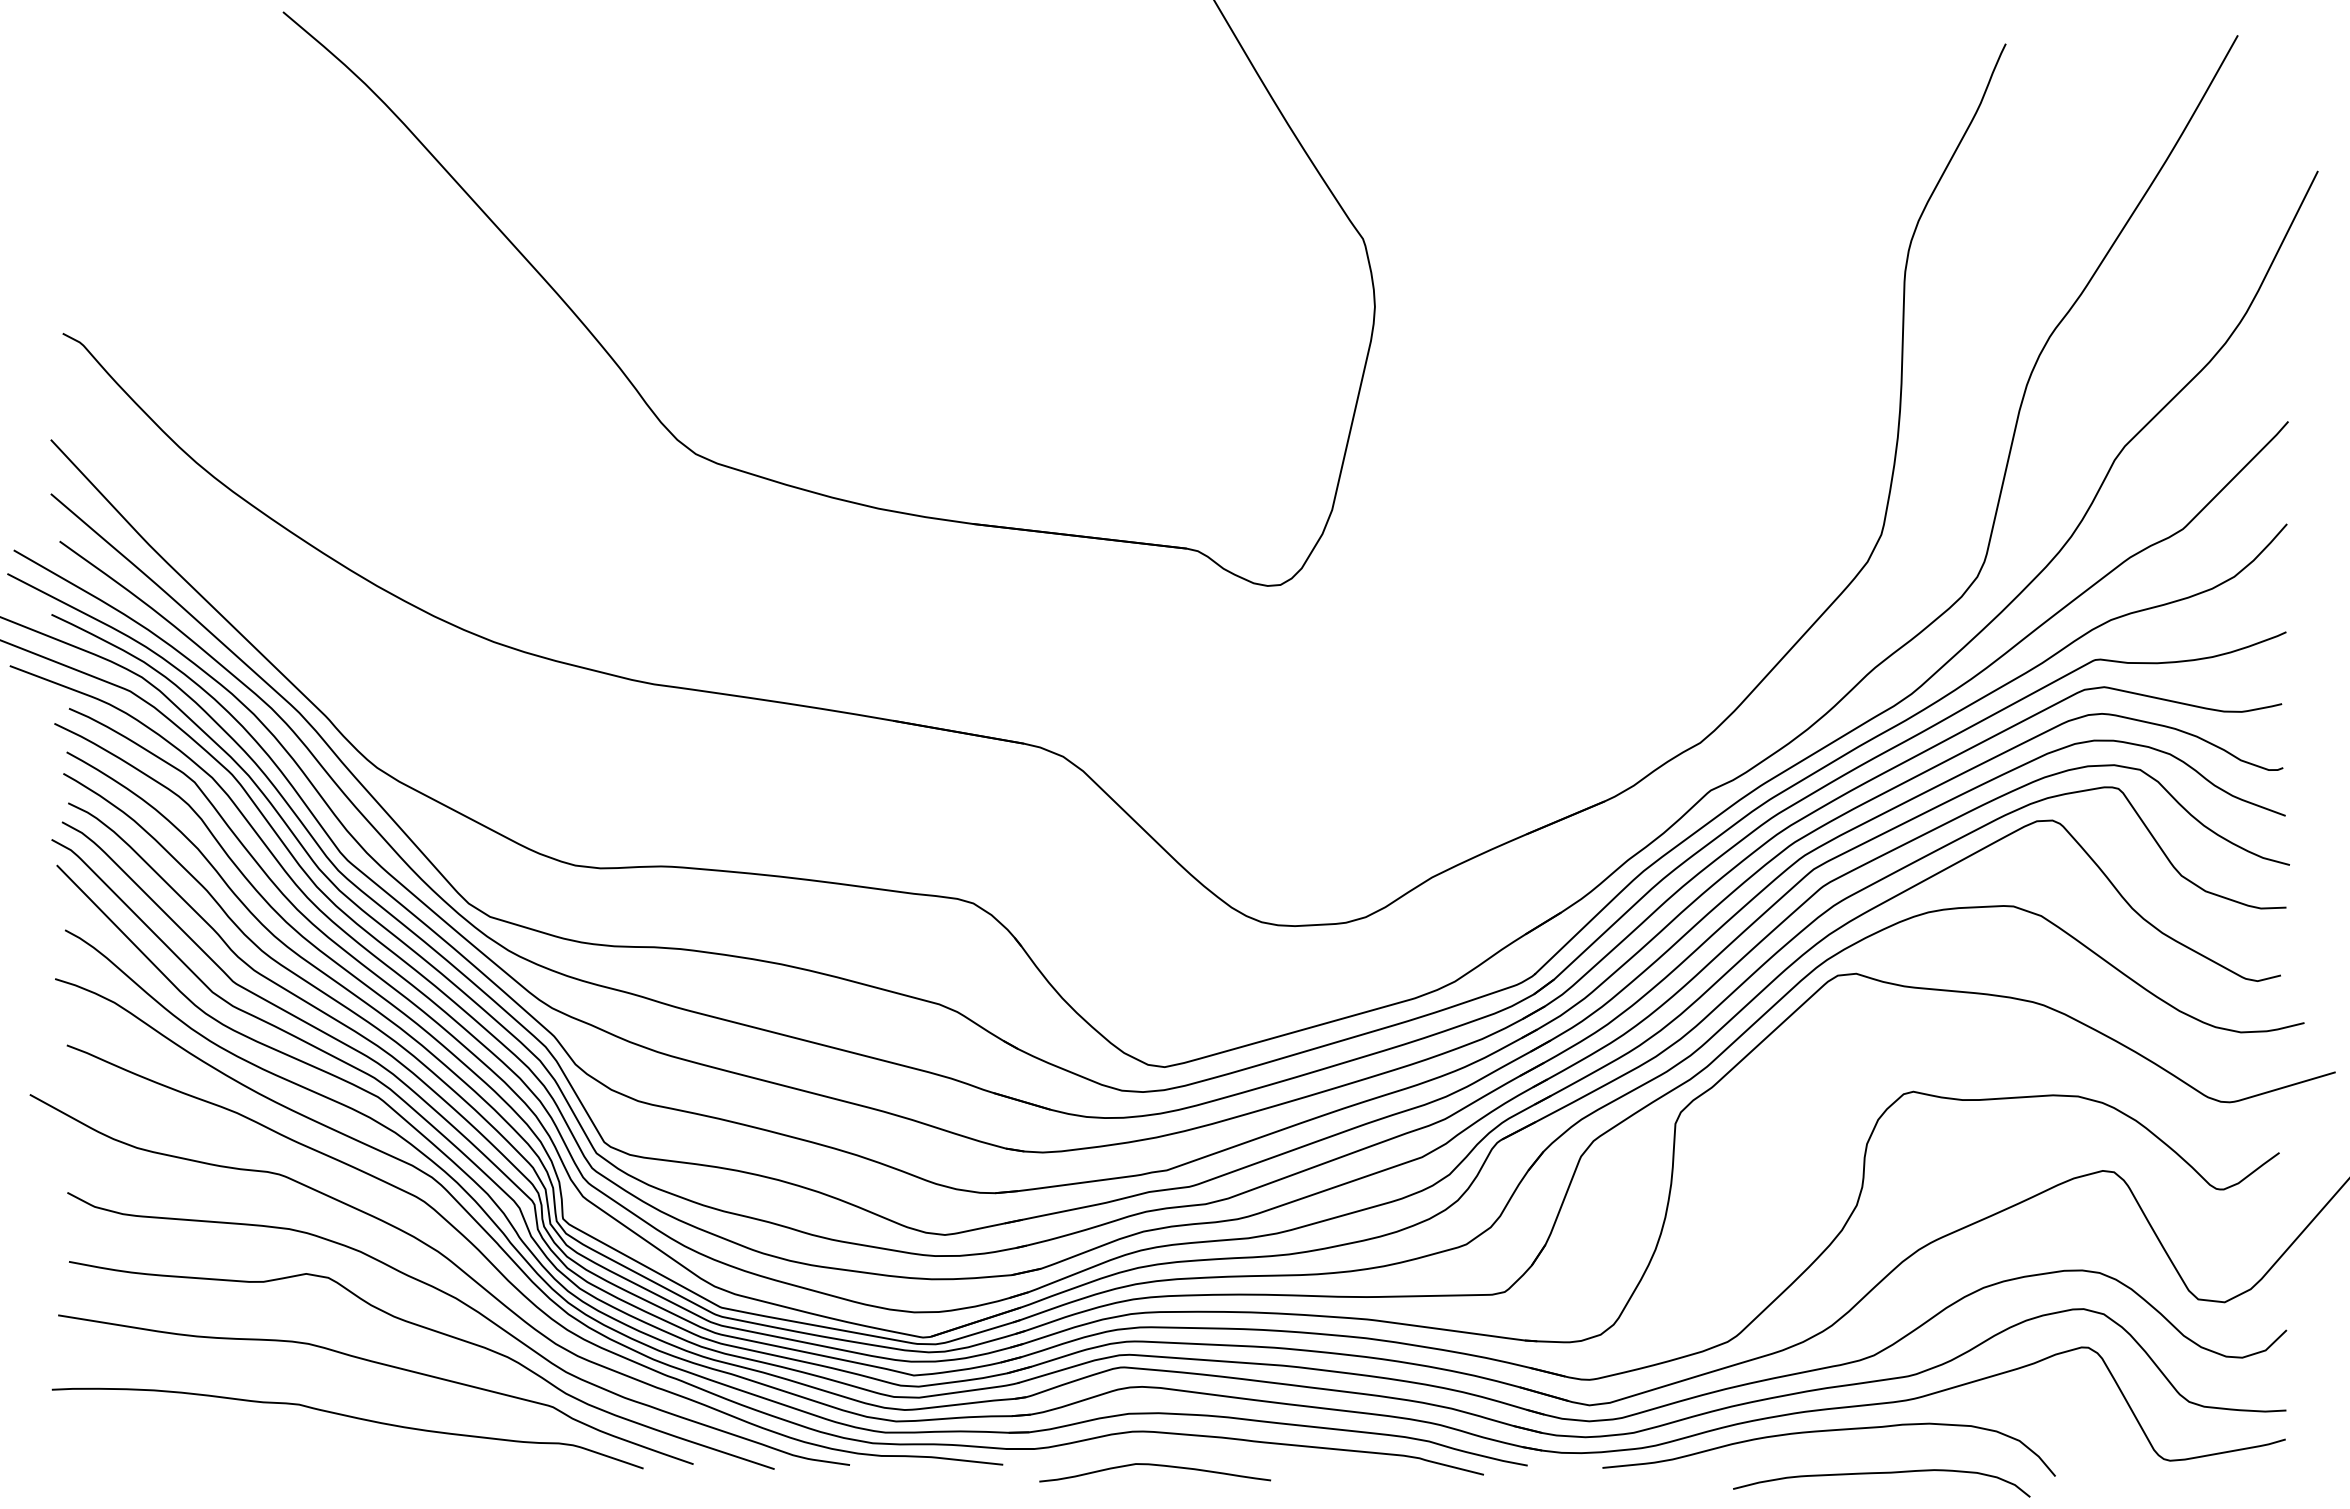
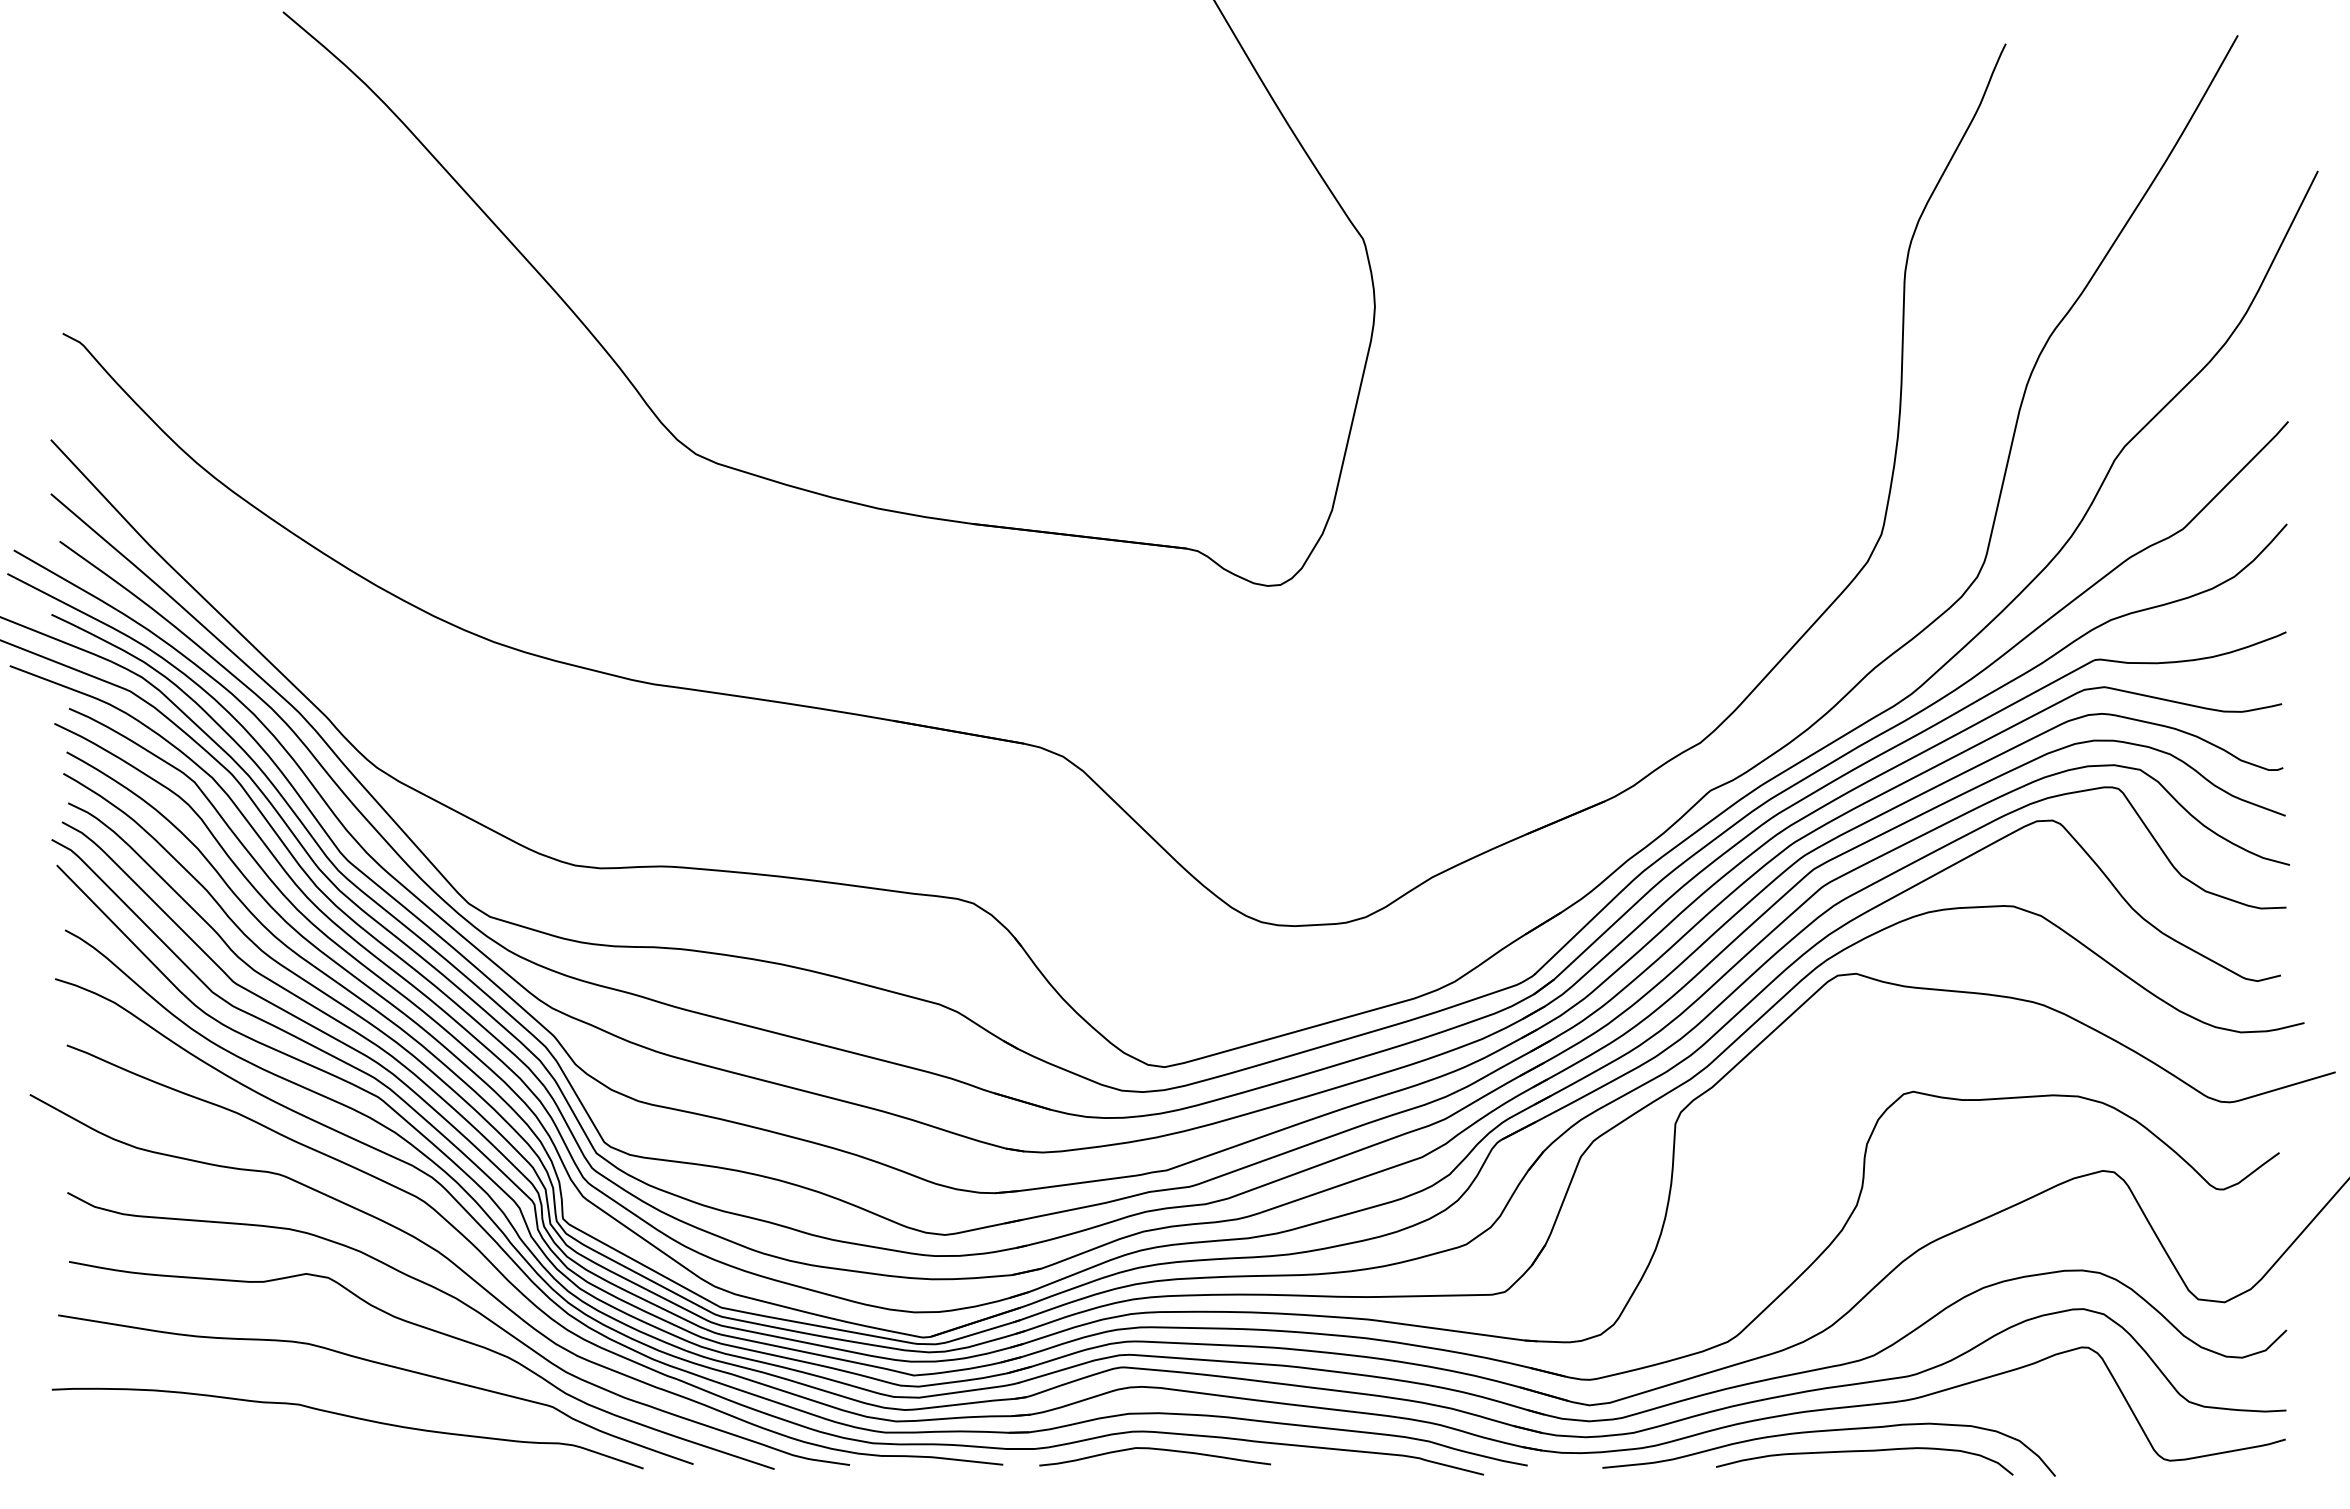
curve at (1158, 1466) position: (1158, 1466) -> (1158, 1450)
curve at (1881, 1473) position: (1881, 1473) -> (1864, 1451)
